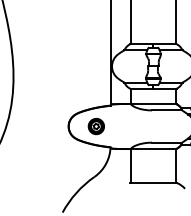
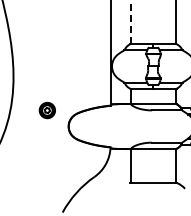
line at (130, 22): solid -> dashed
part at (95, 126) position: (95, 126) -> (46, 110)
